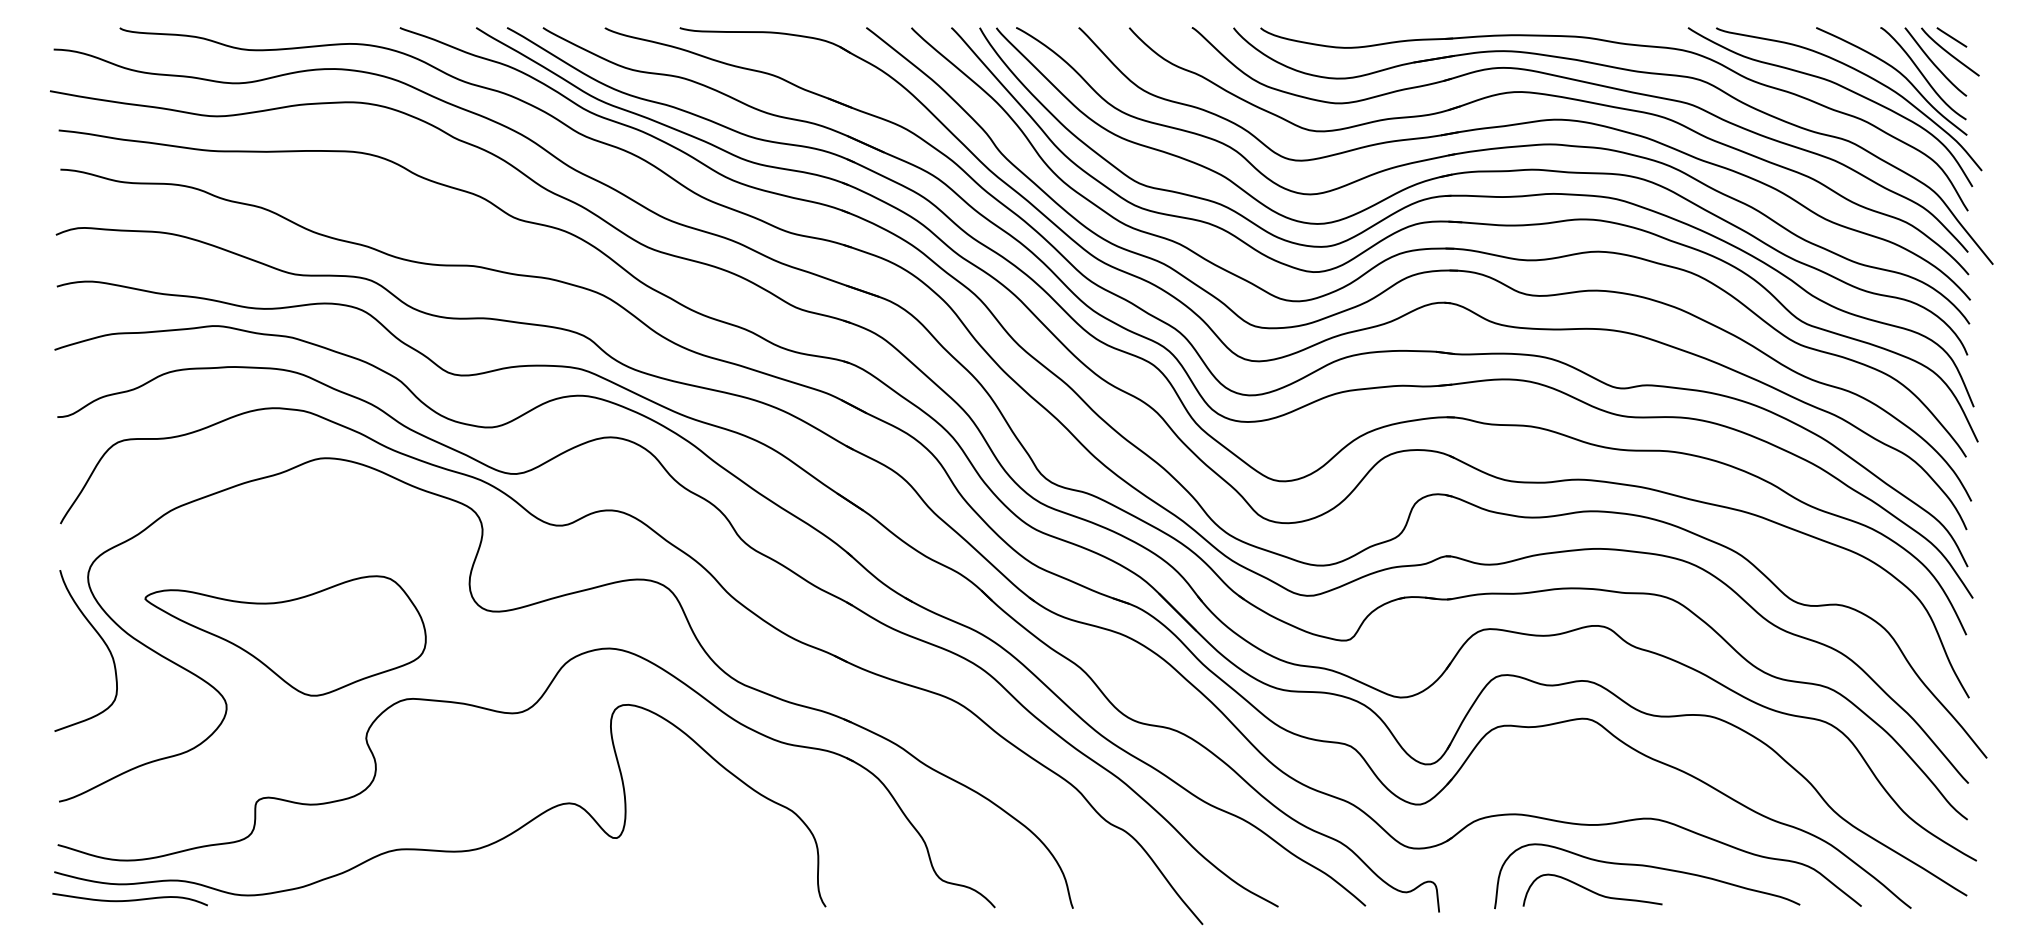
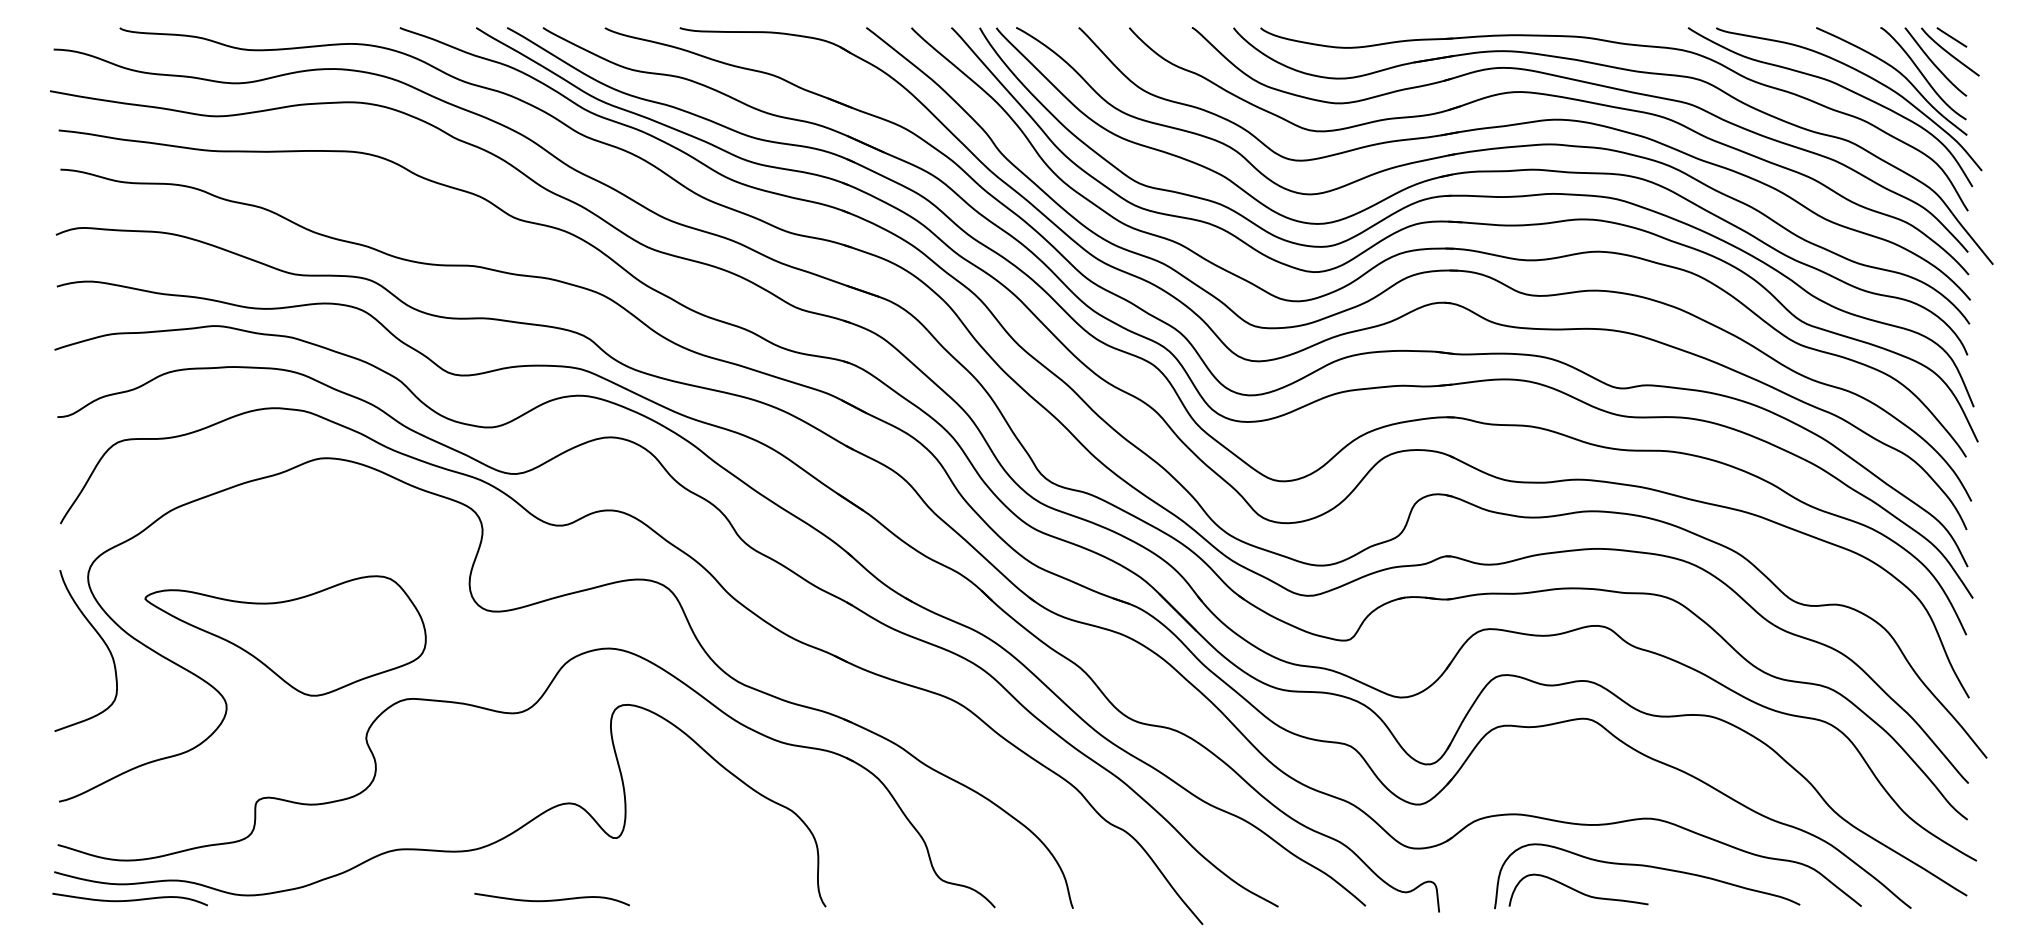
curve at (1592, 890) position: (1592, 890) -> (1578, 890)
curve at (551, 899): none -> present
